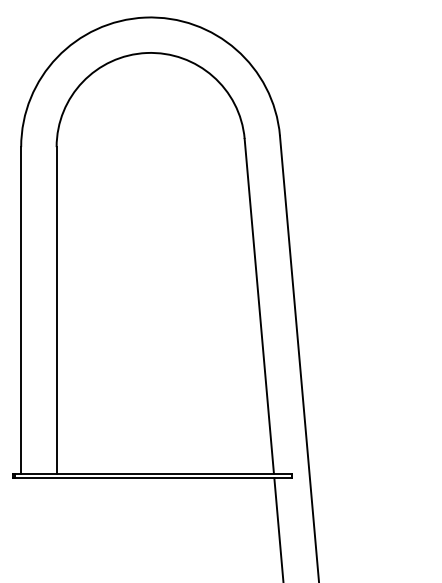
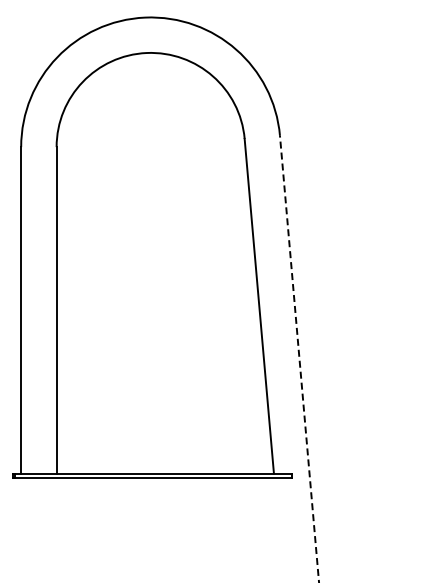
line at (299, 358): solid -> dashed
line at (278, 528): present -> none
